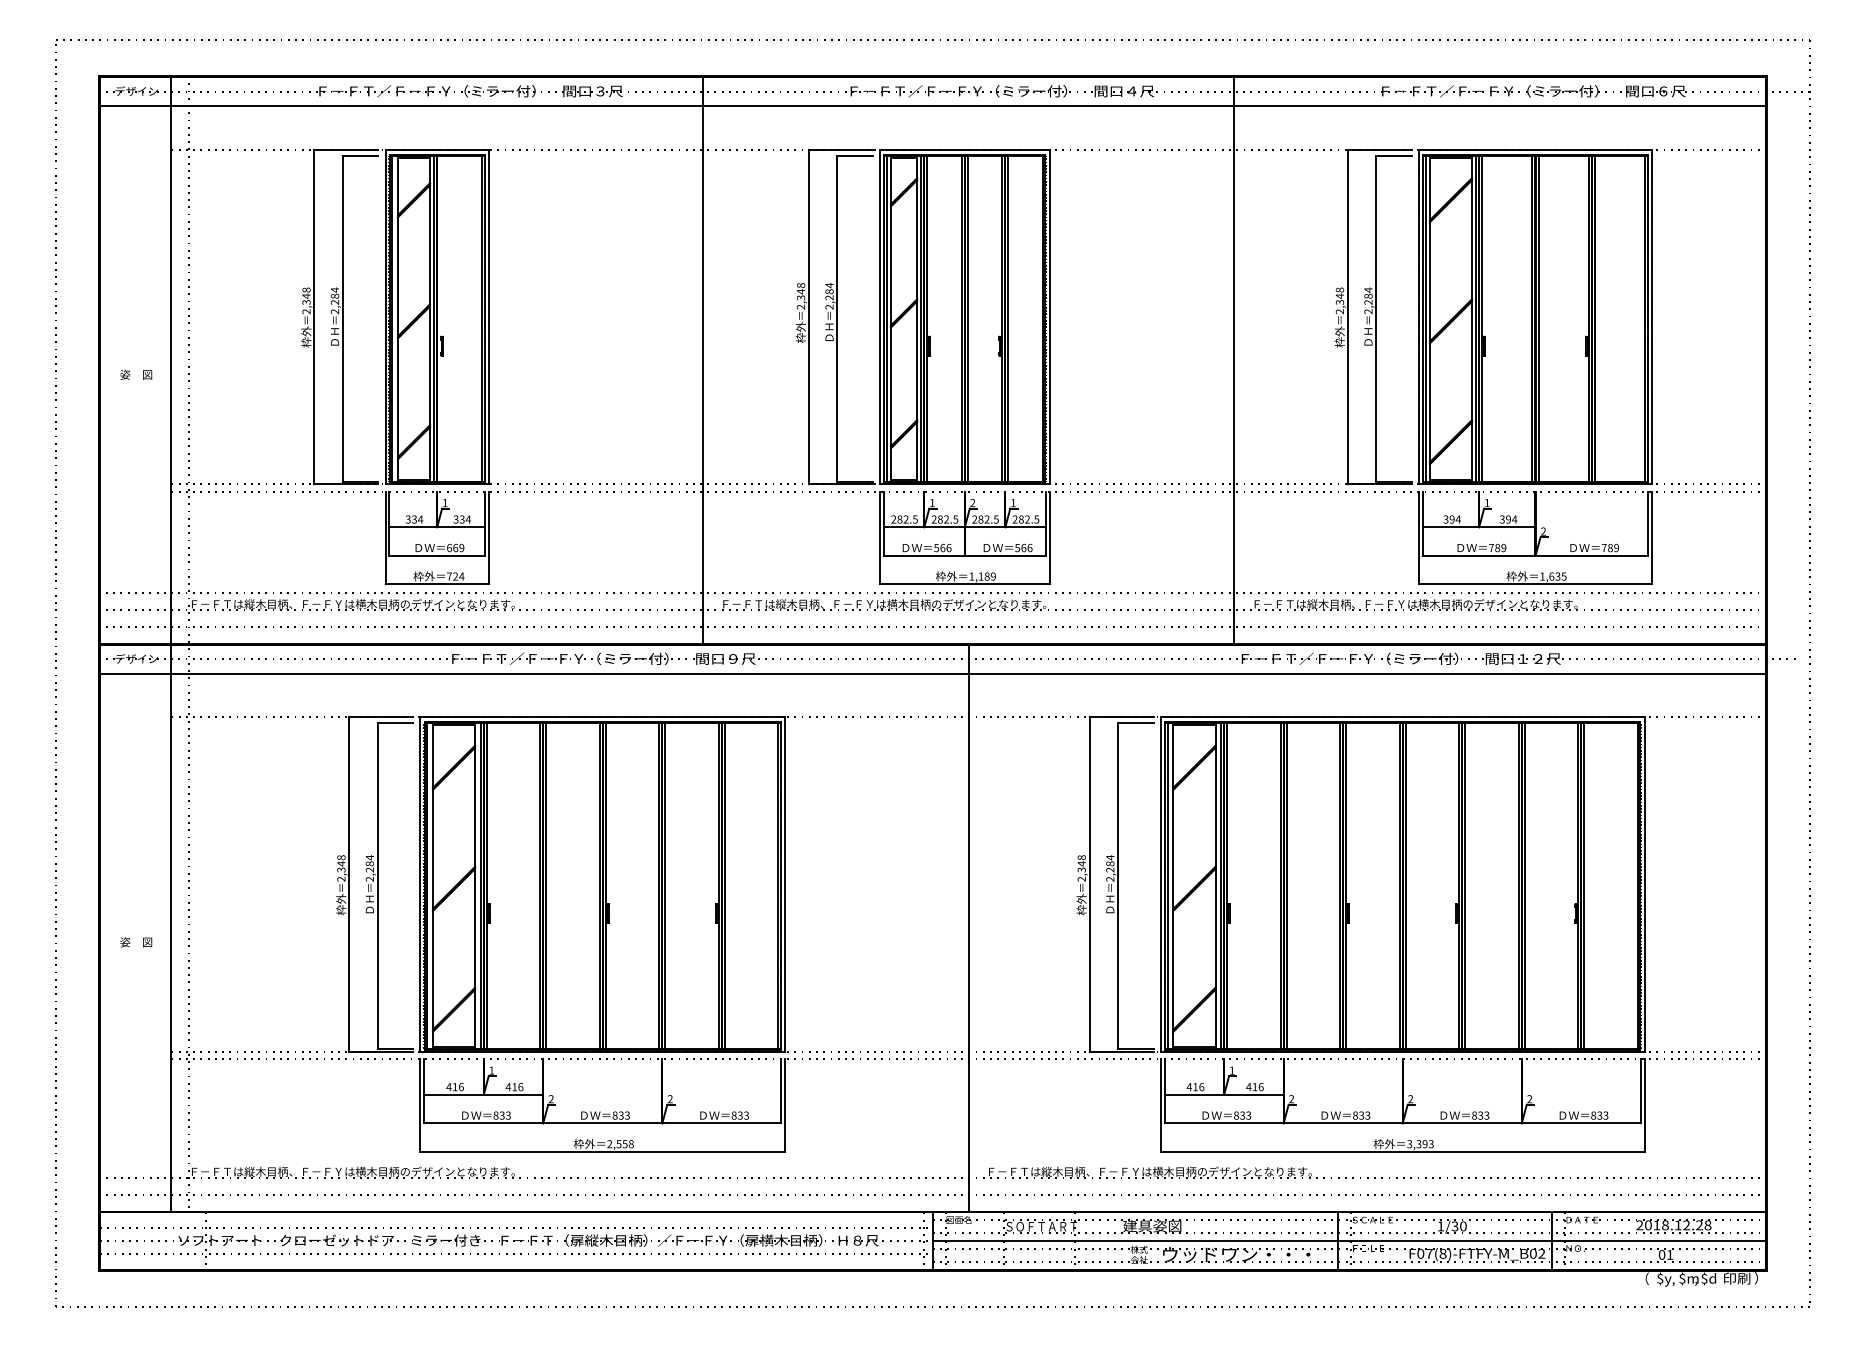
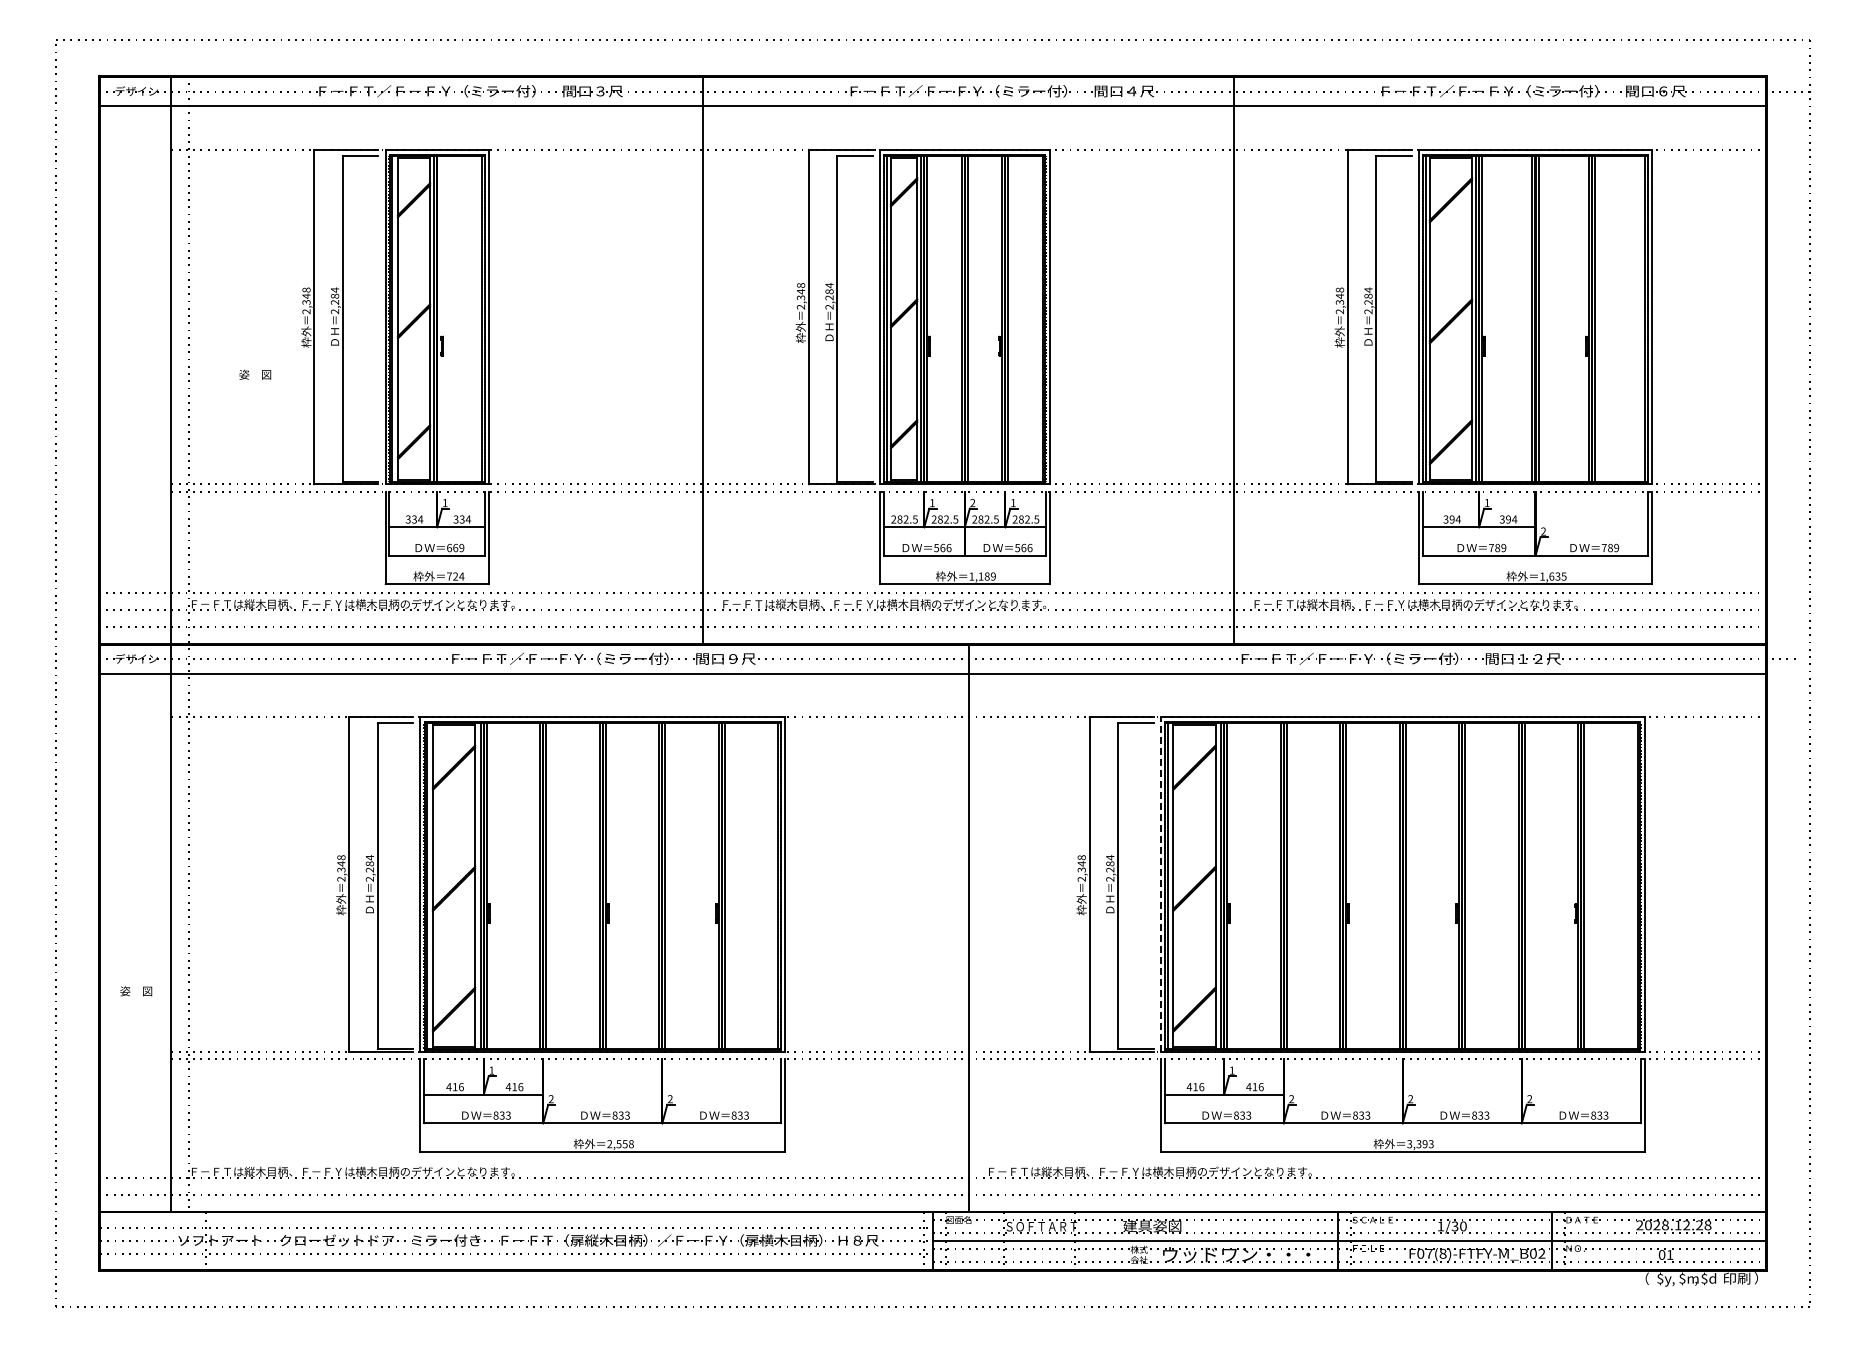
text at (136, 374) position: (136, 374) -> (255, 374)
line at (1160, 884): solid -> dashed
text at (136, 942) position: (136, 942) -> (136, 991)
text at (1656, 1225): 2018.12.28 -> 2028.12.28
